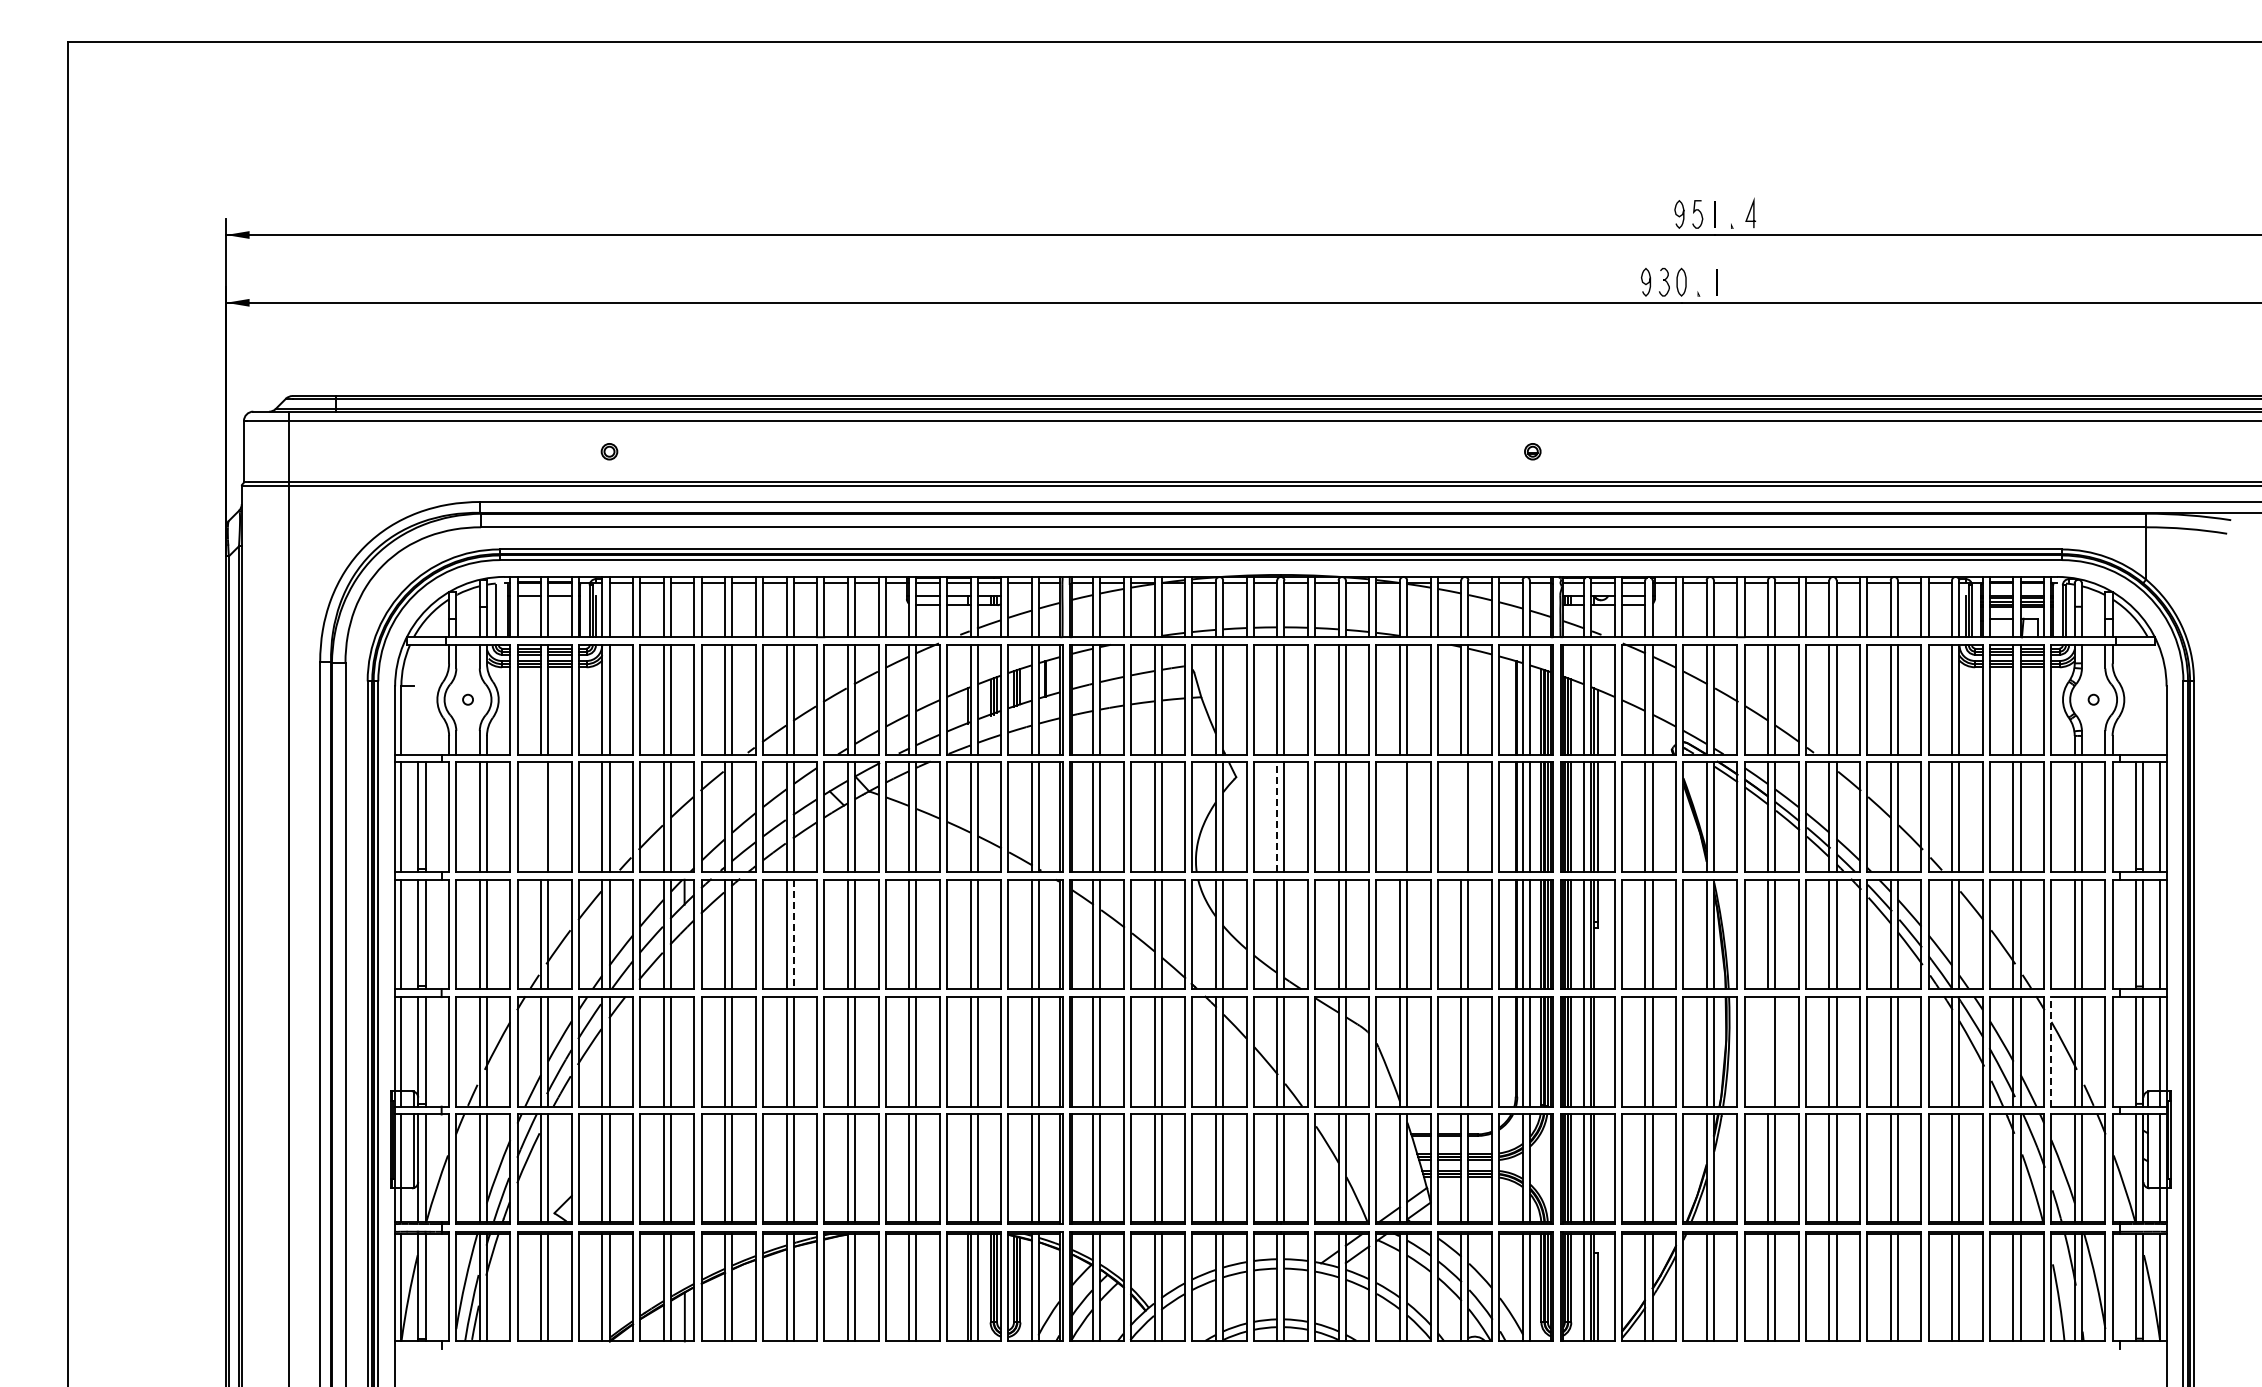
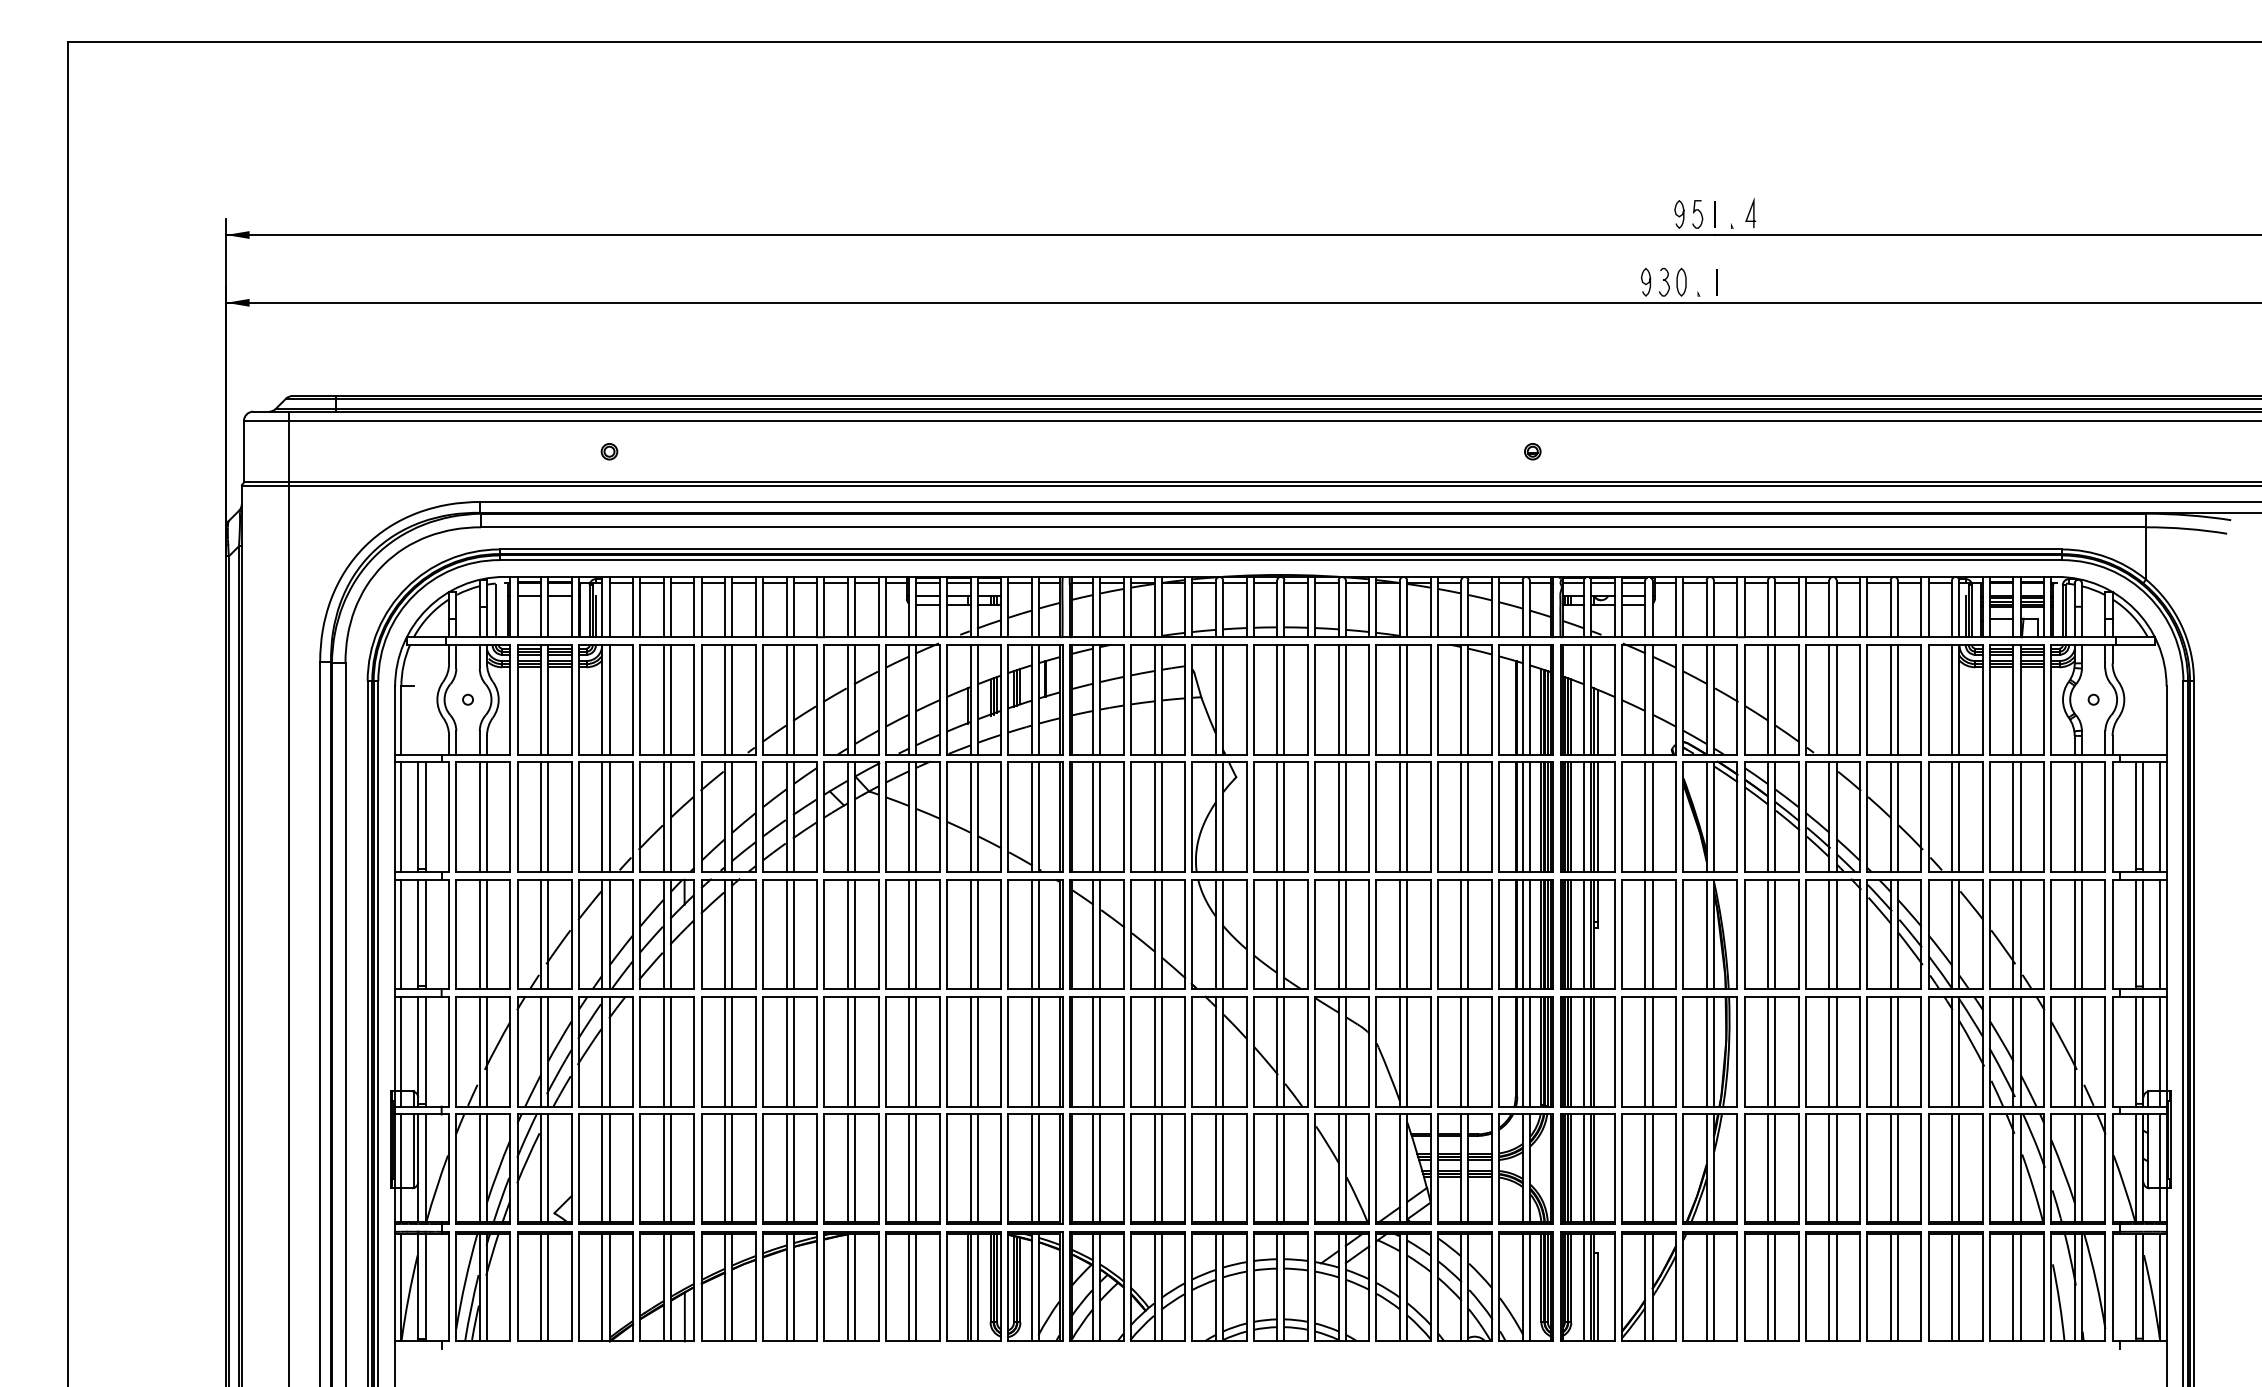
line at (541, 816): none -> present
line at (1399, 816): none -> present
line at (1461, 816): none -> present
line at (1277, 817): dashed -> solid
line at (793, 934): dashed -> solid
line at (1768, 1051): none -> present
line at (2051, 1051): dashed -> solid
